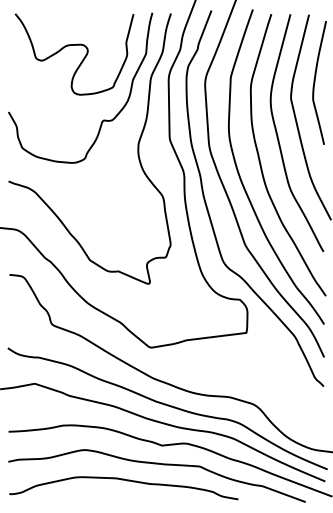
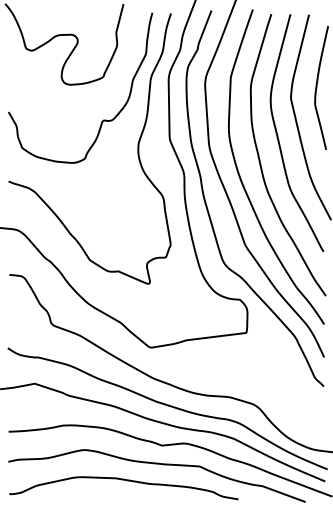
curve at (74, 45) position: (74, 45) -> (64, 35)
curve at (315, 82) position: (315, 82) -> (317, 87)
